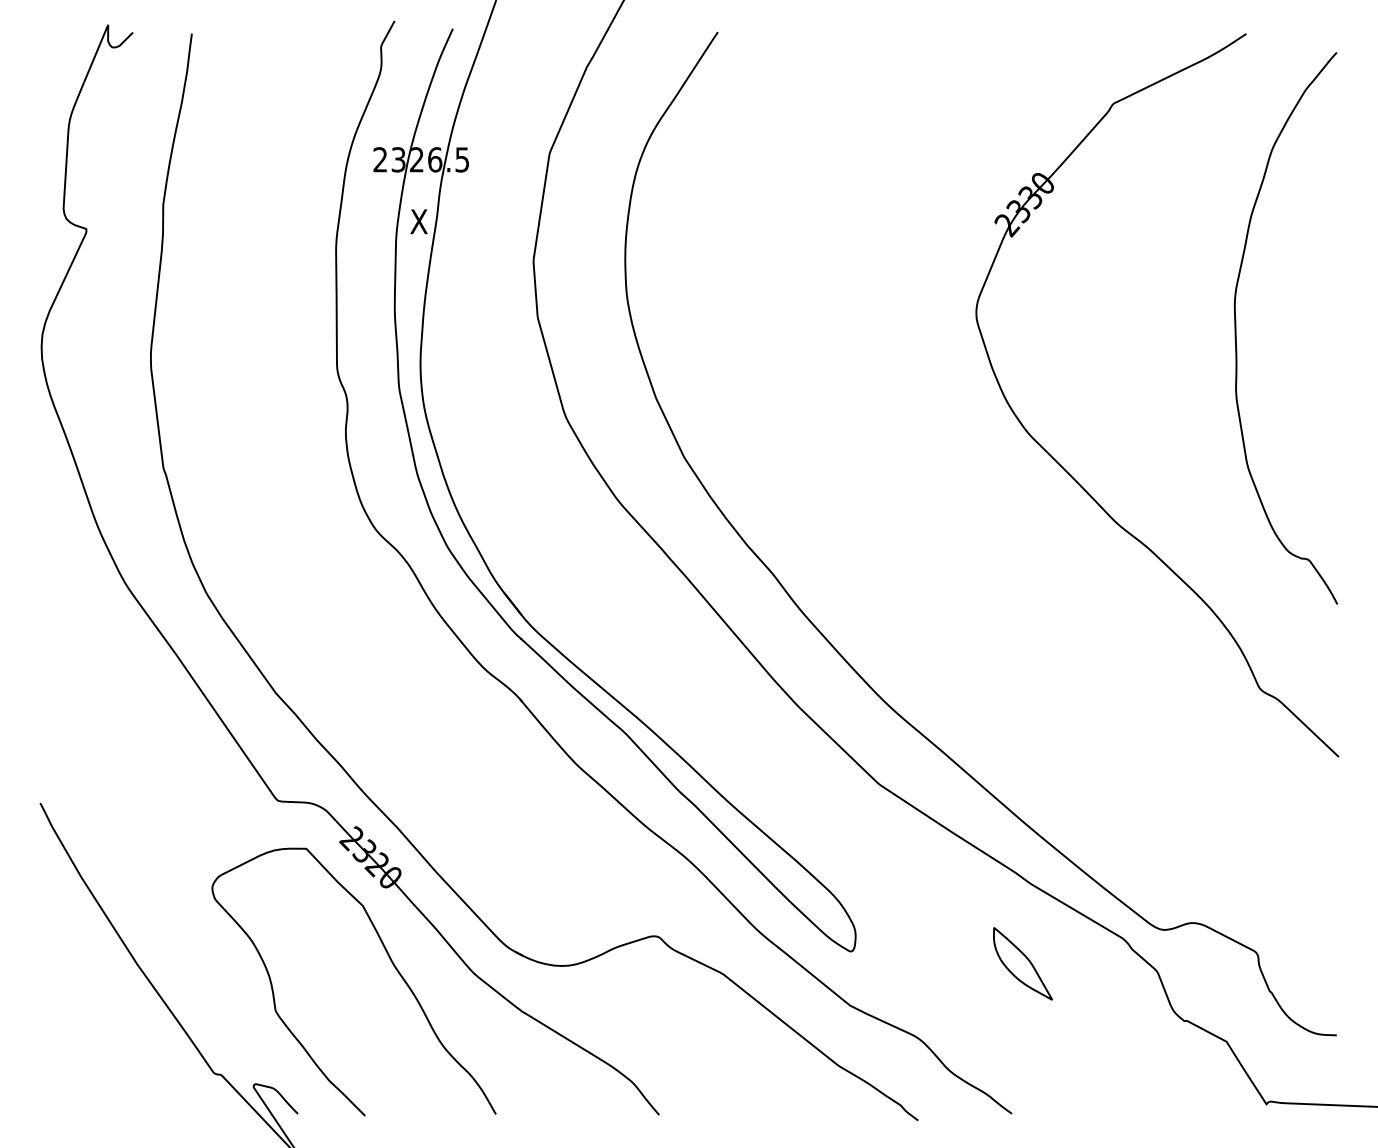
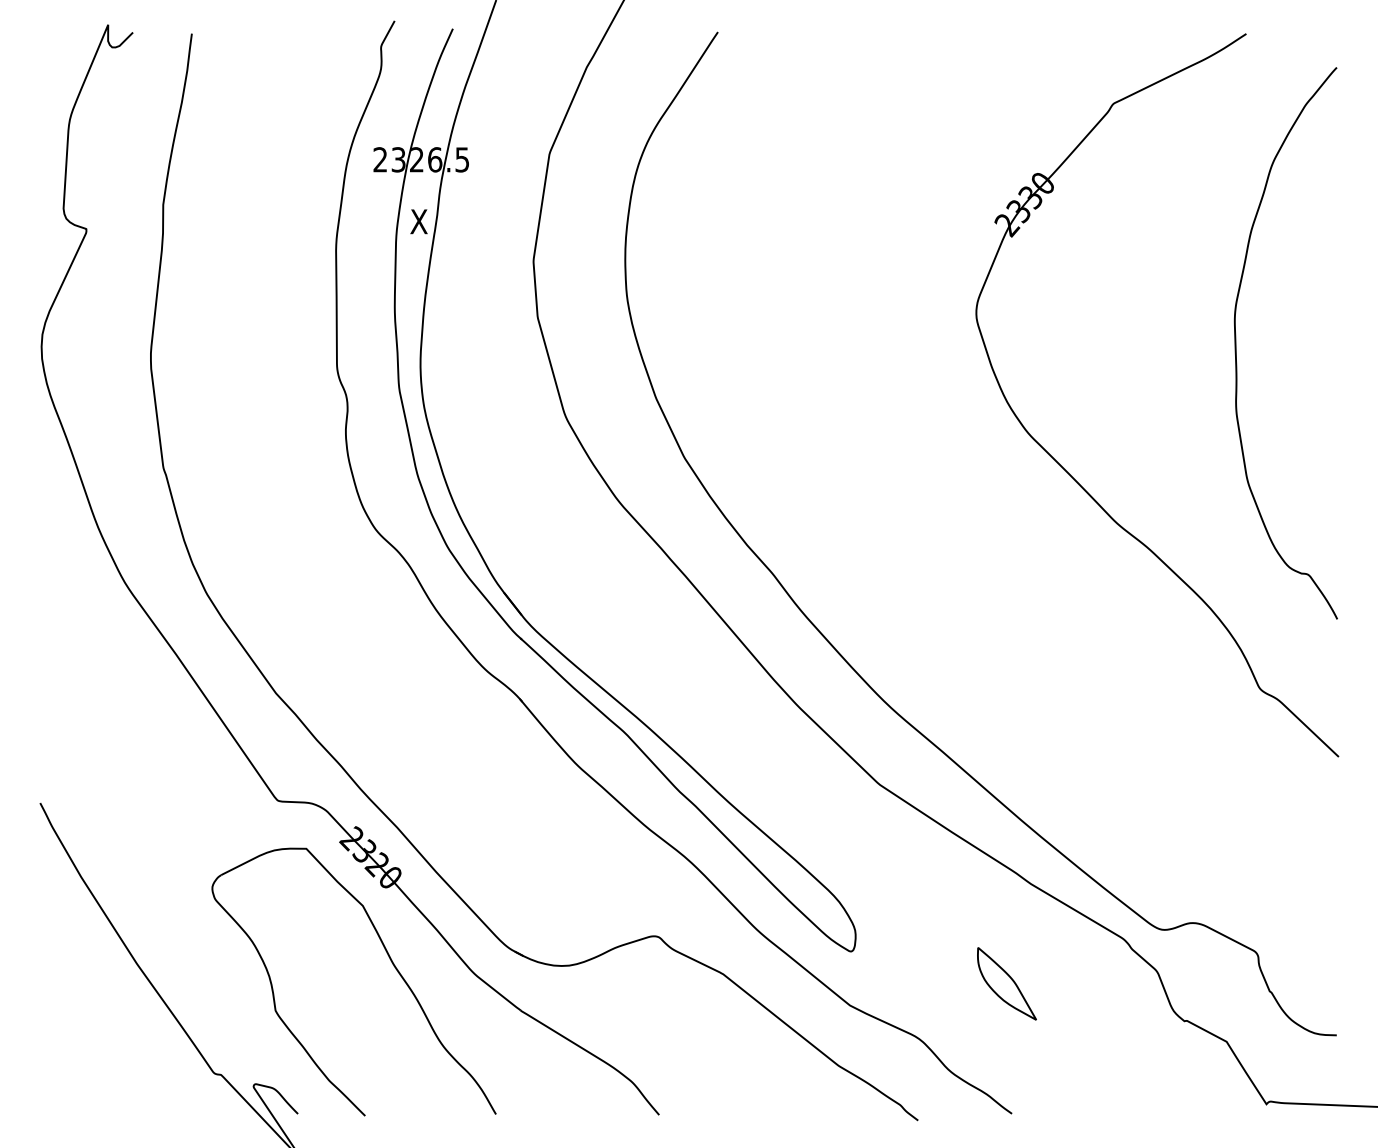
curve at (1236, 328) position: (1236, 328) -> (1236, 343)
part at (1022, 963) position: (1022, 963) -> (1006, 983)
